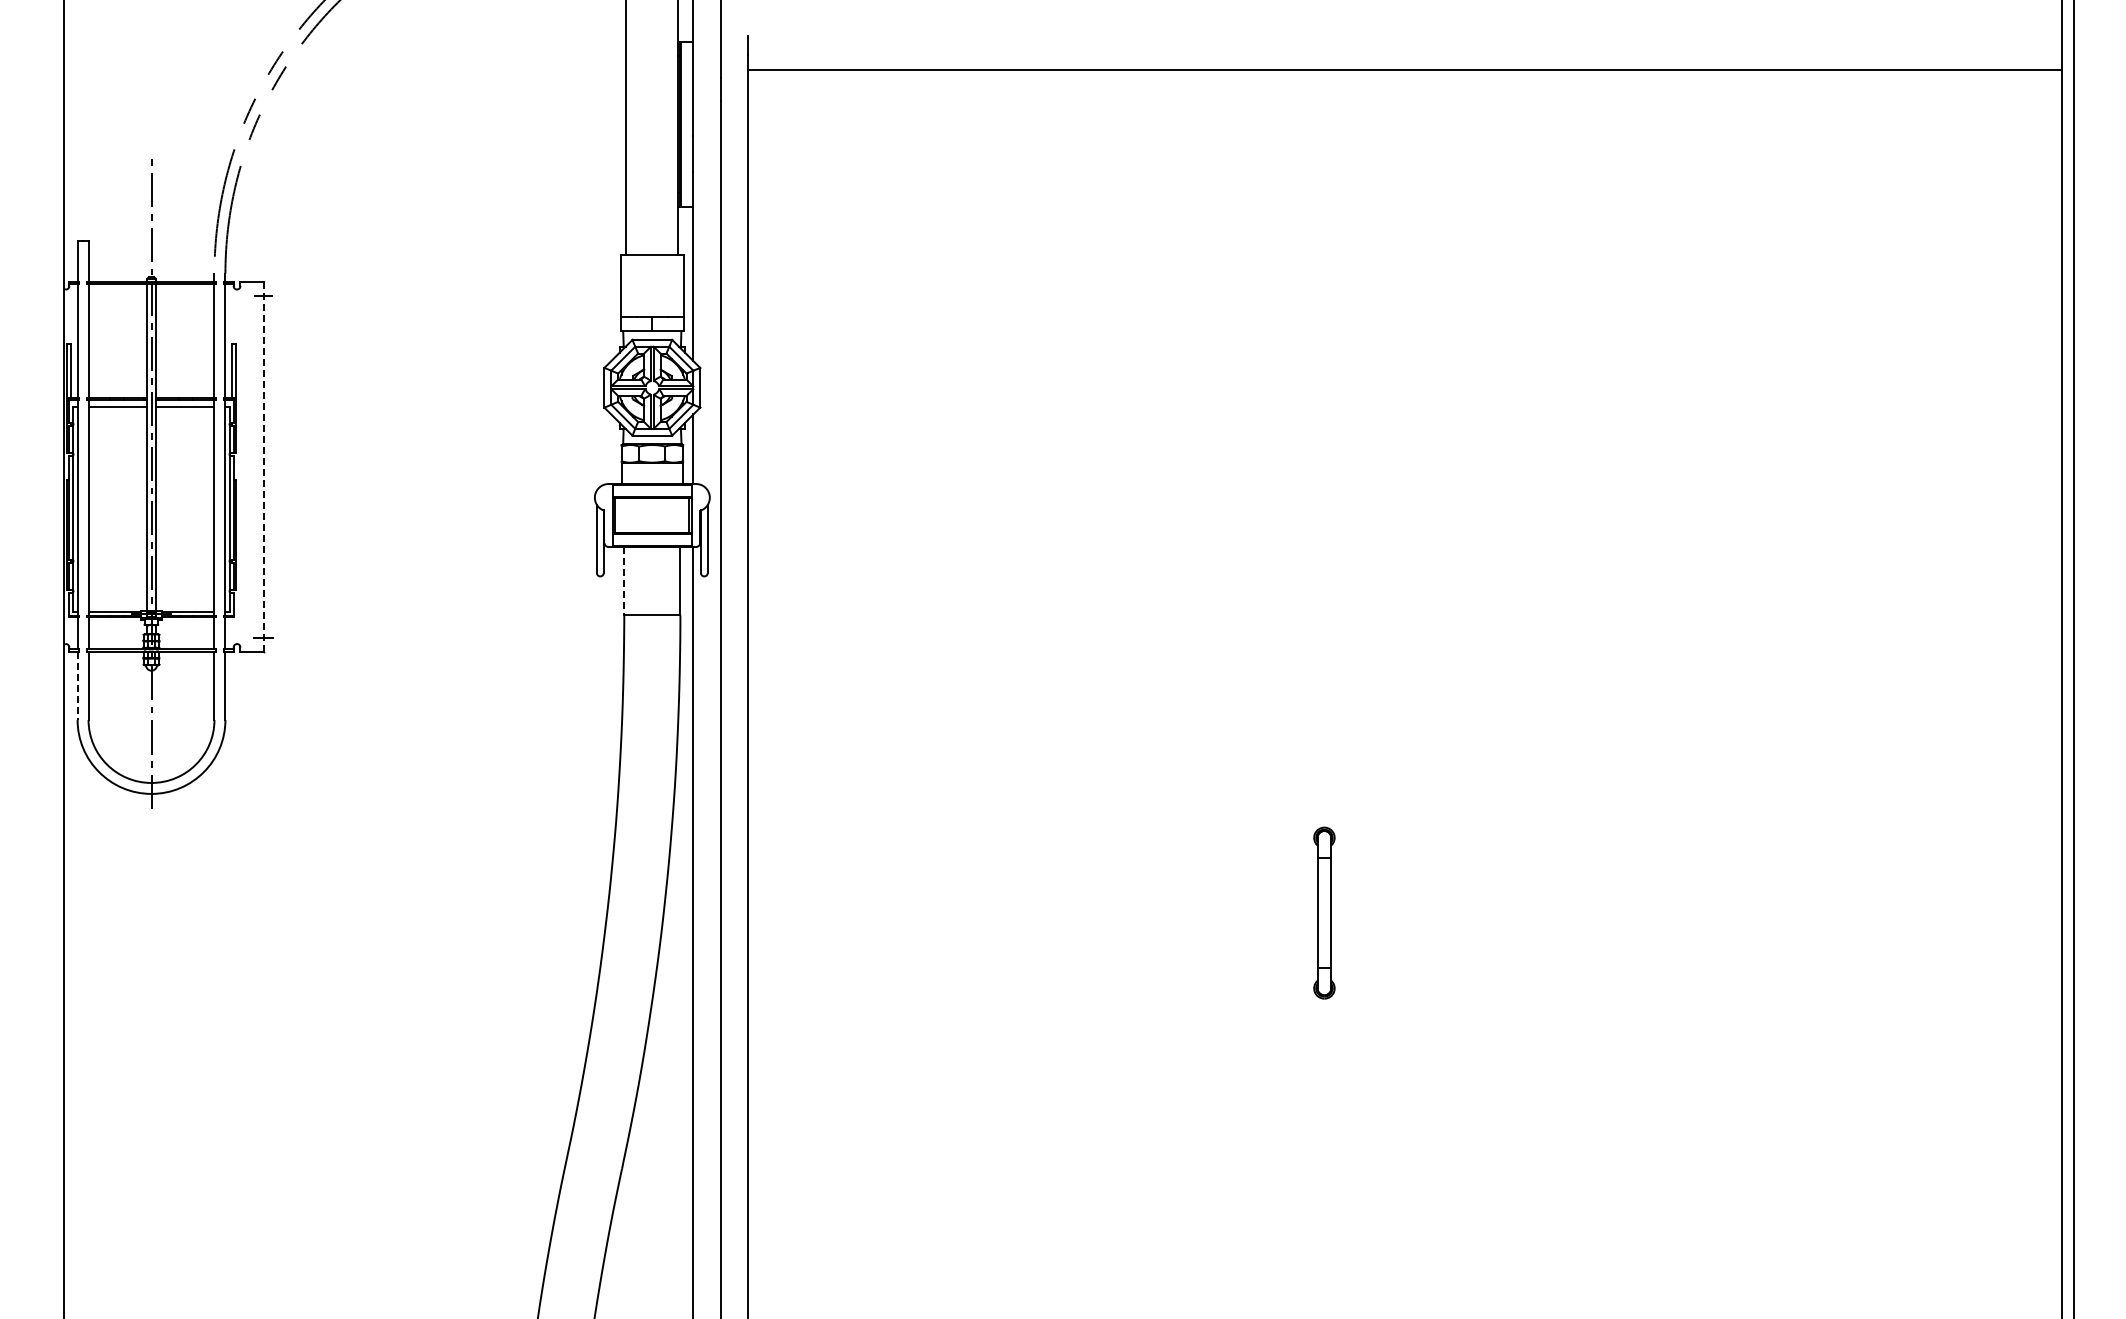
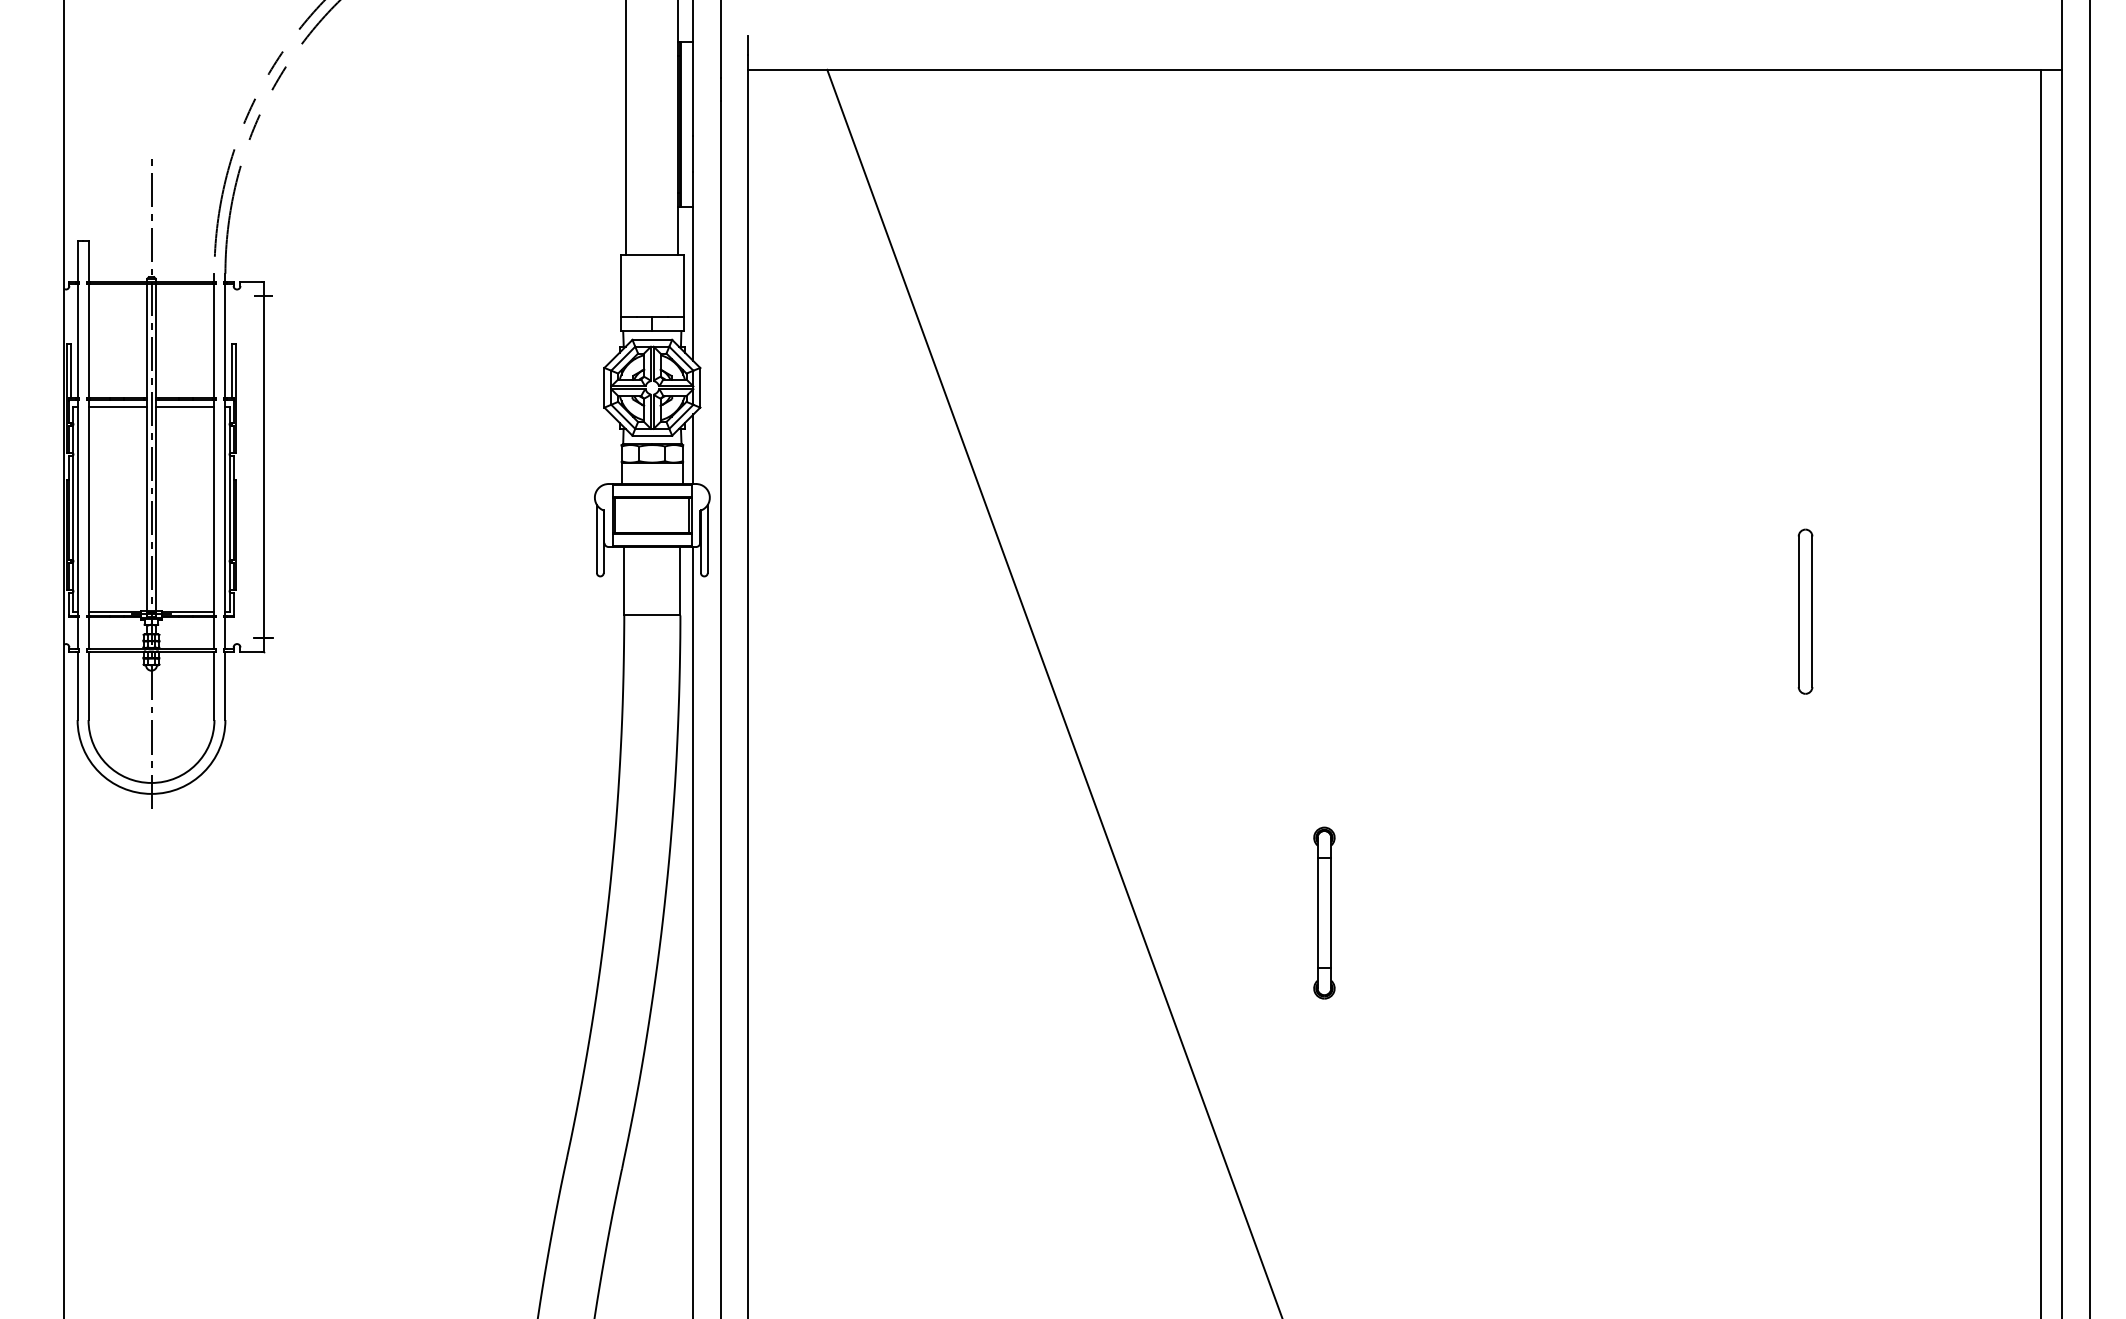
line at (264, 466): dashed -> solid
line at (624, 581): dashed -> solid
part at (1805, 611): none -> present
line at (2073, 658) position: (2073, 658) -> (2089, 658)
line at (77, 686): dashed -> solid
line at (1054, 692): none -> present
line at (2041, 692): none -> present
